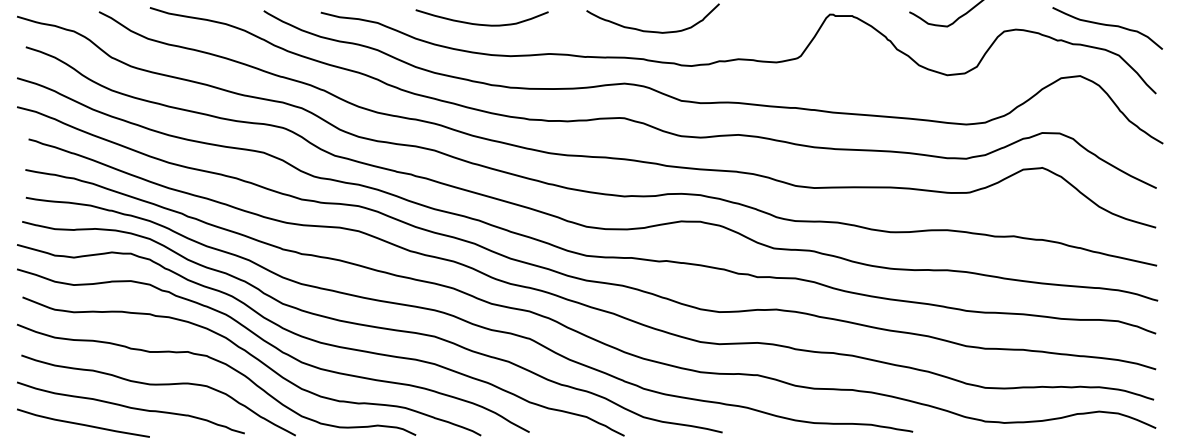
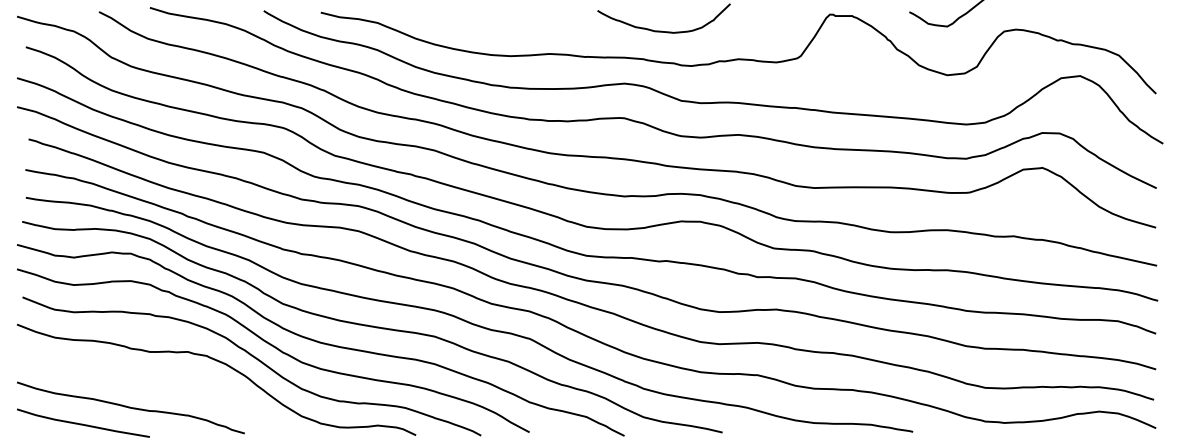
curve at (479, 23): present -> none
curve at (1108, 26): present -> none
curve at (650, 30) position: (650, 30) -> (661, 30)
curve at (158, 385): present -> none
